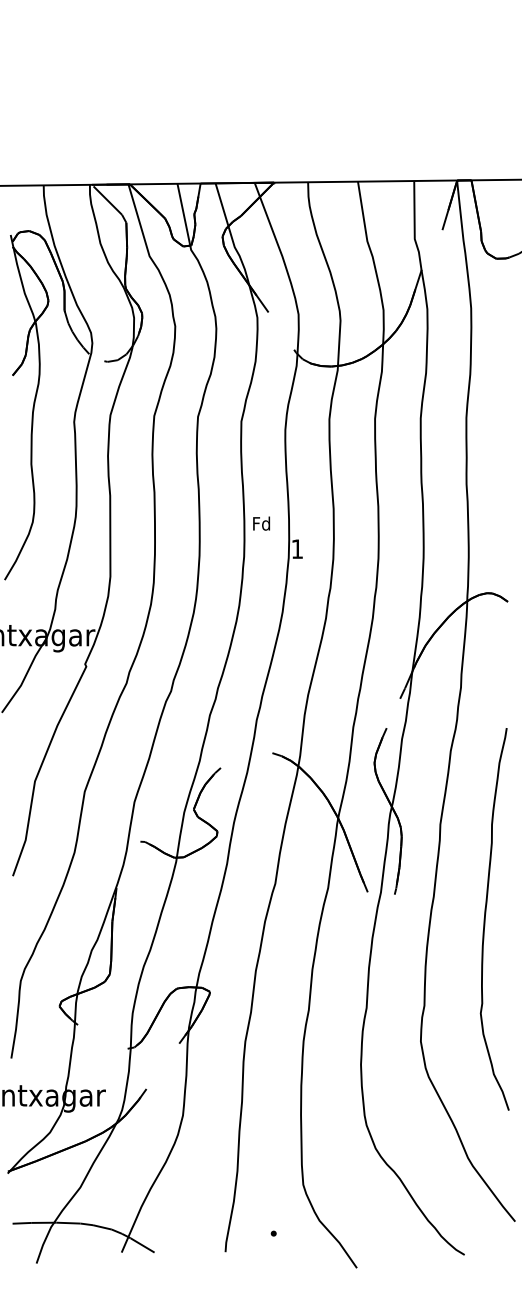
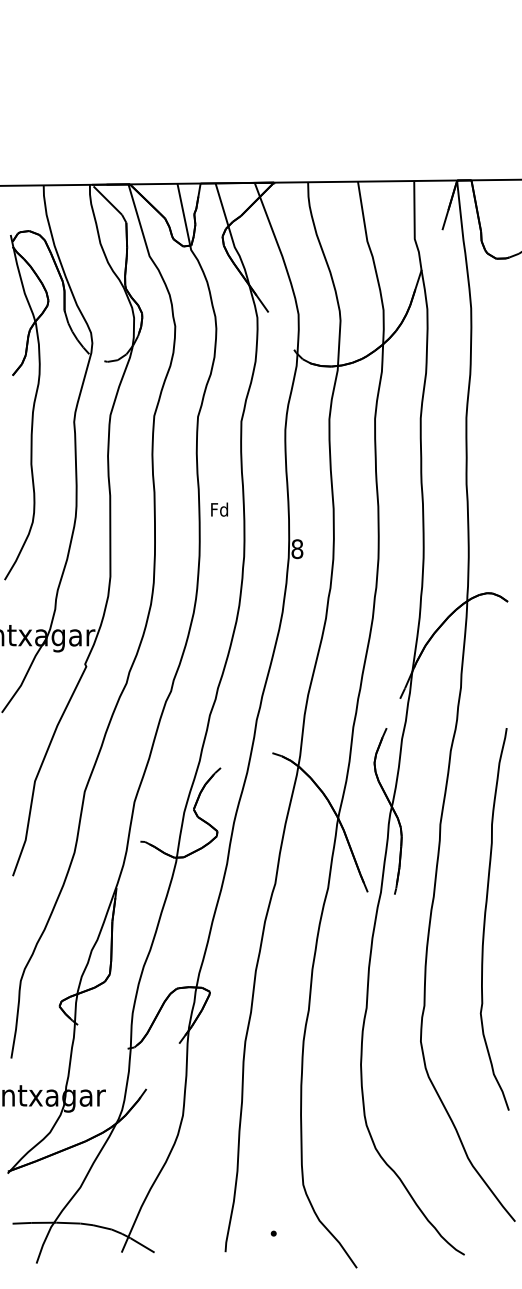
text at (261, 523) position: (261, 523) -> (219, 509)
text at (297, 549): 1 -> 8
